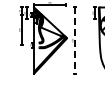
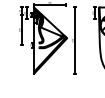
line at (74, 41): dashed -> solid
